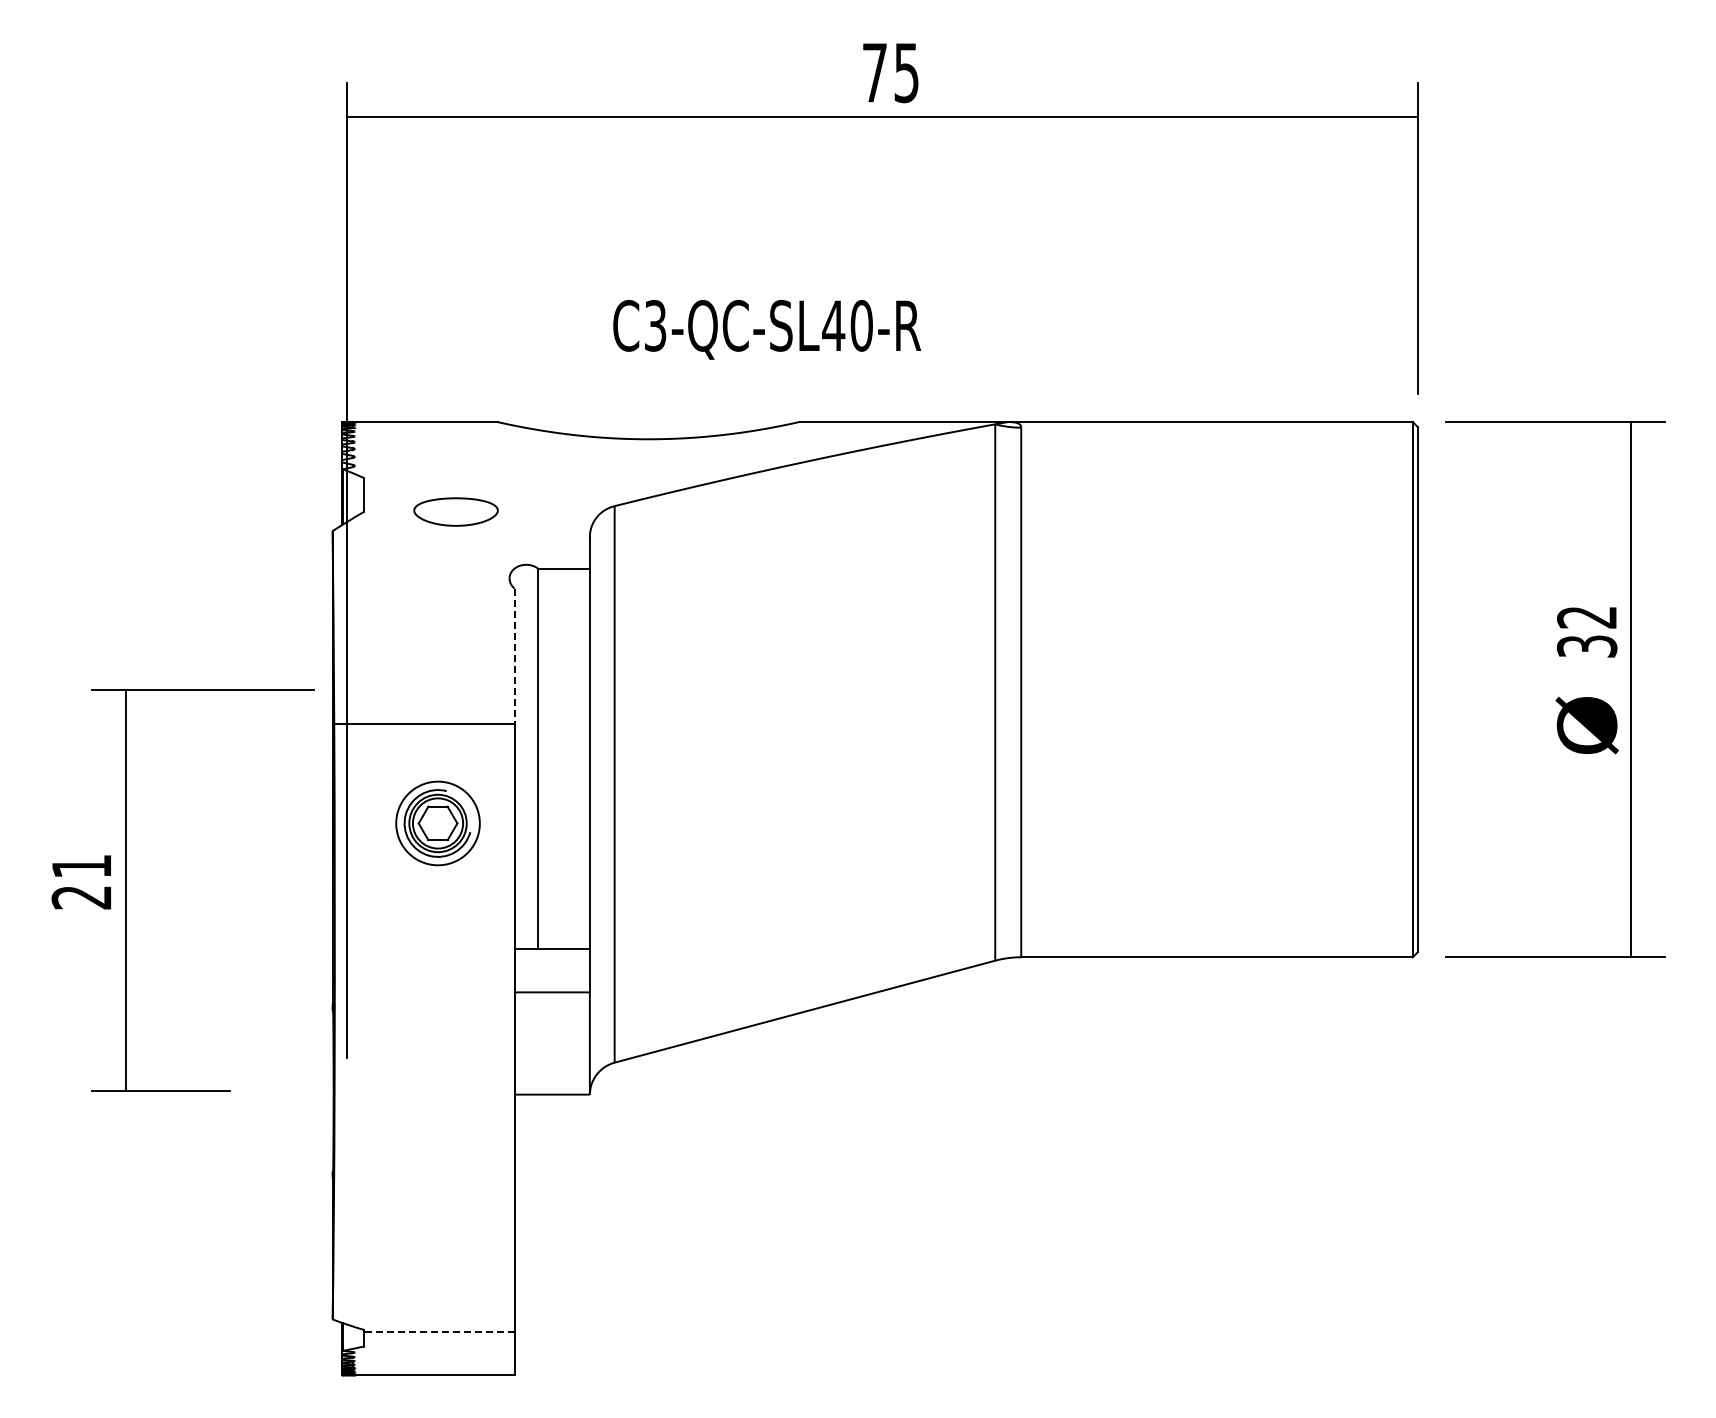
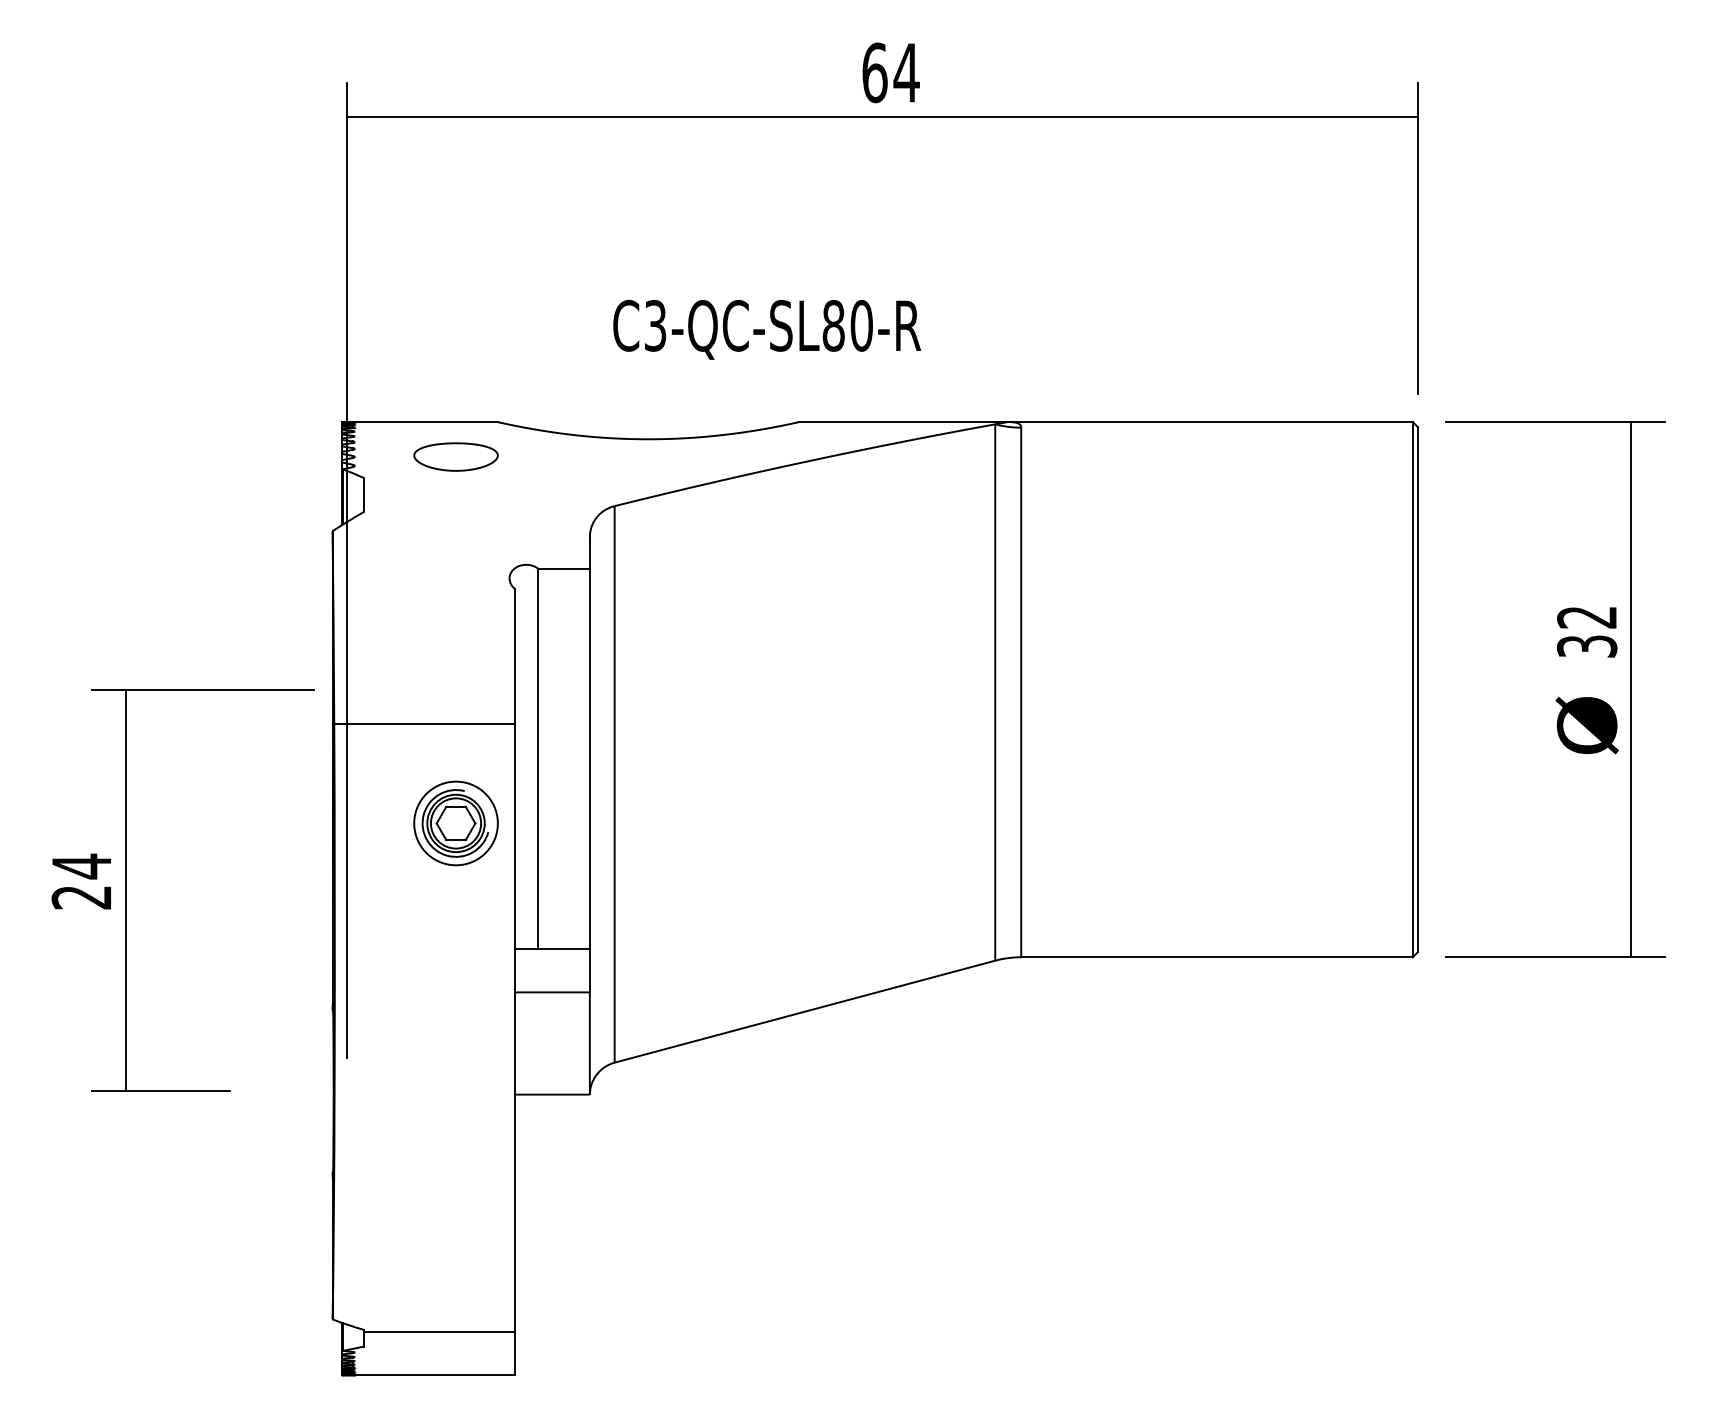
text at (890, 72): 75 -> 64
text at (833, 325): C3-QC-SL40-R -> C3-QC-SL80-R
part at (455, 511) position: (455, 511) -> (455, 456)
line at (514, 656): dashed -> solid
part at (437, 823) position: (437, 823) -> (455, 823)
text at (81, 866): 21 -> 24
line at (438, 1331): dashed -> solid
